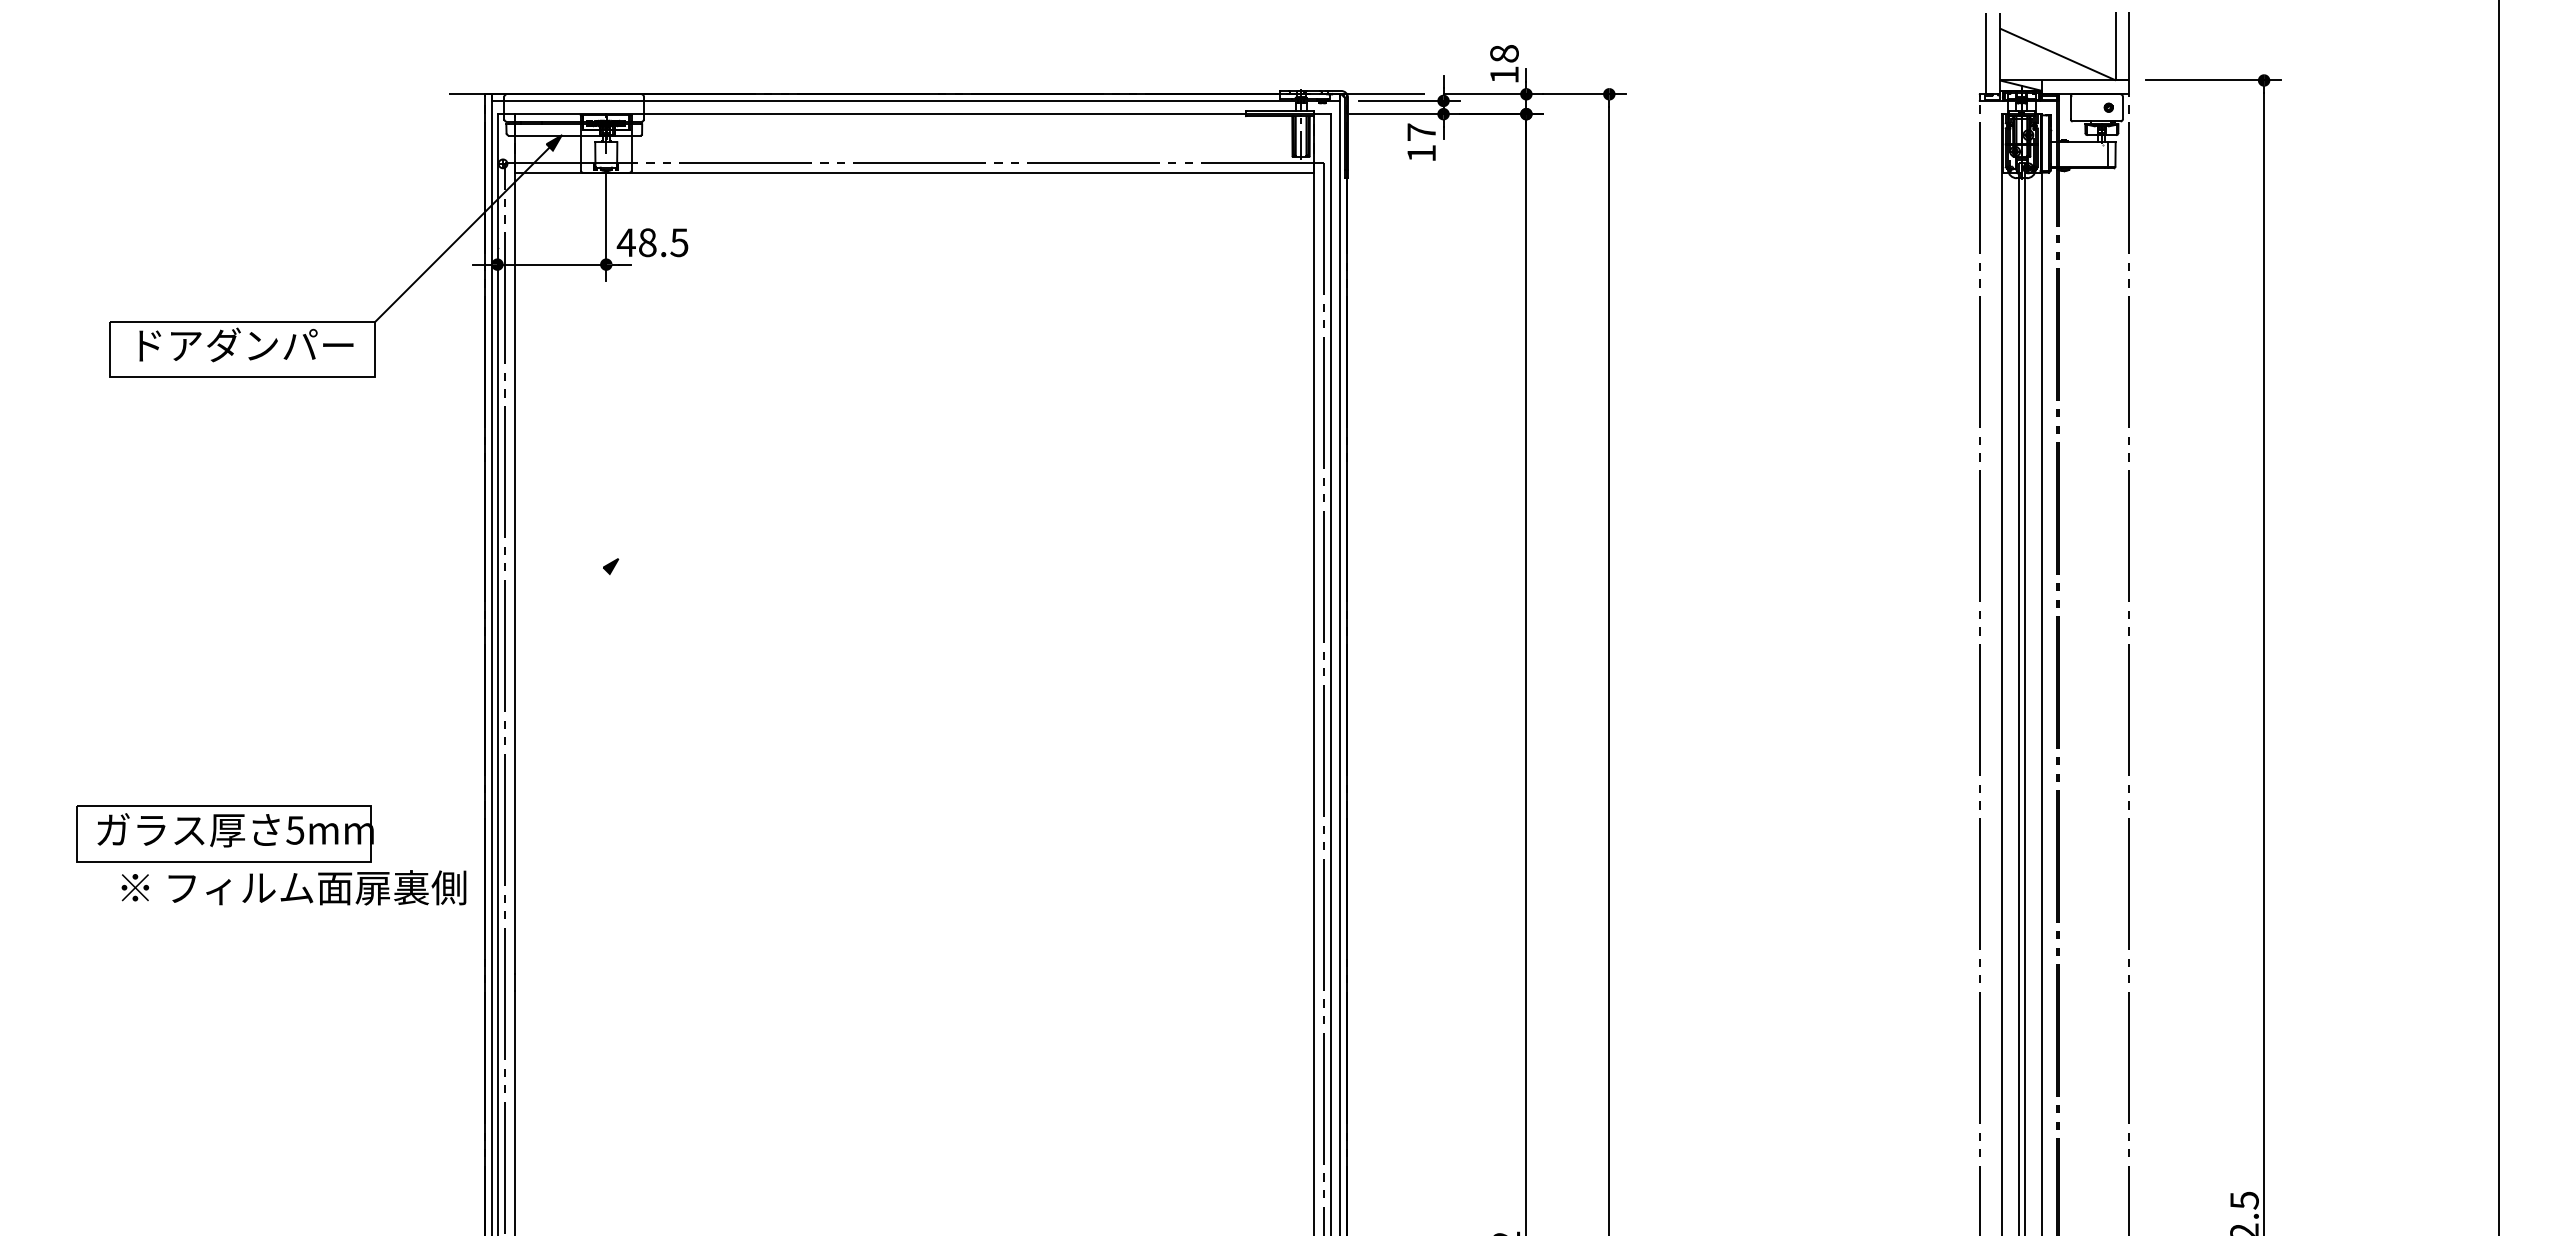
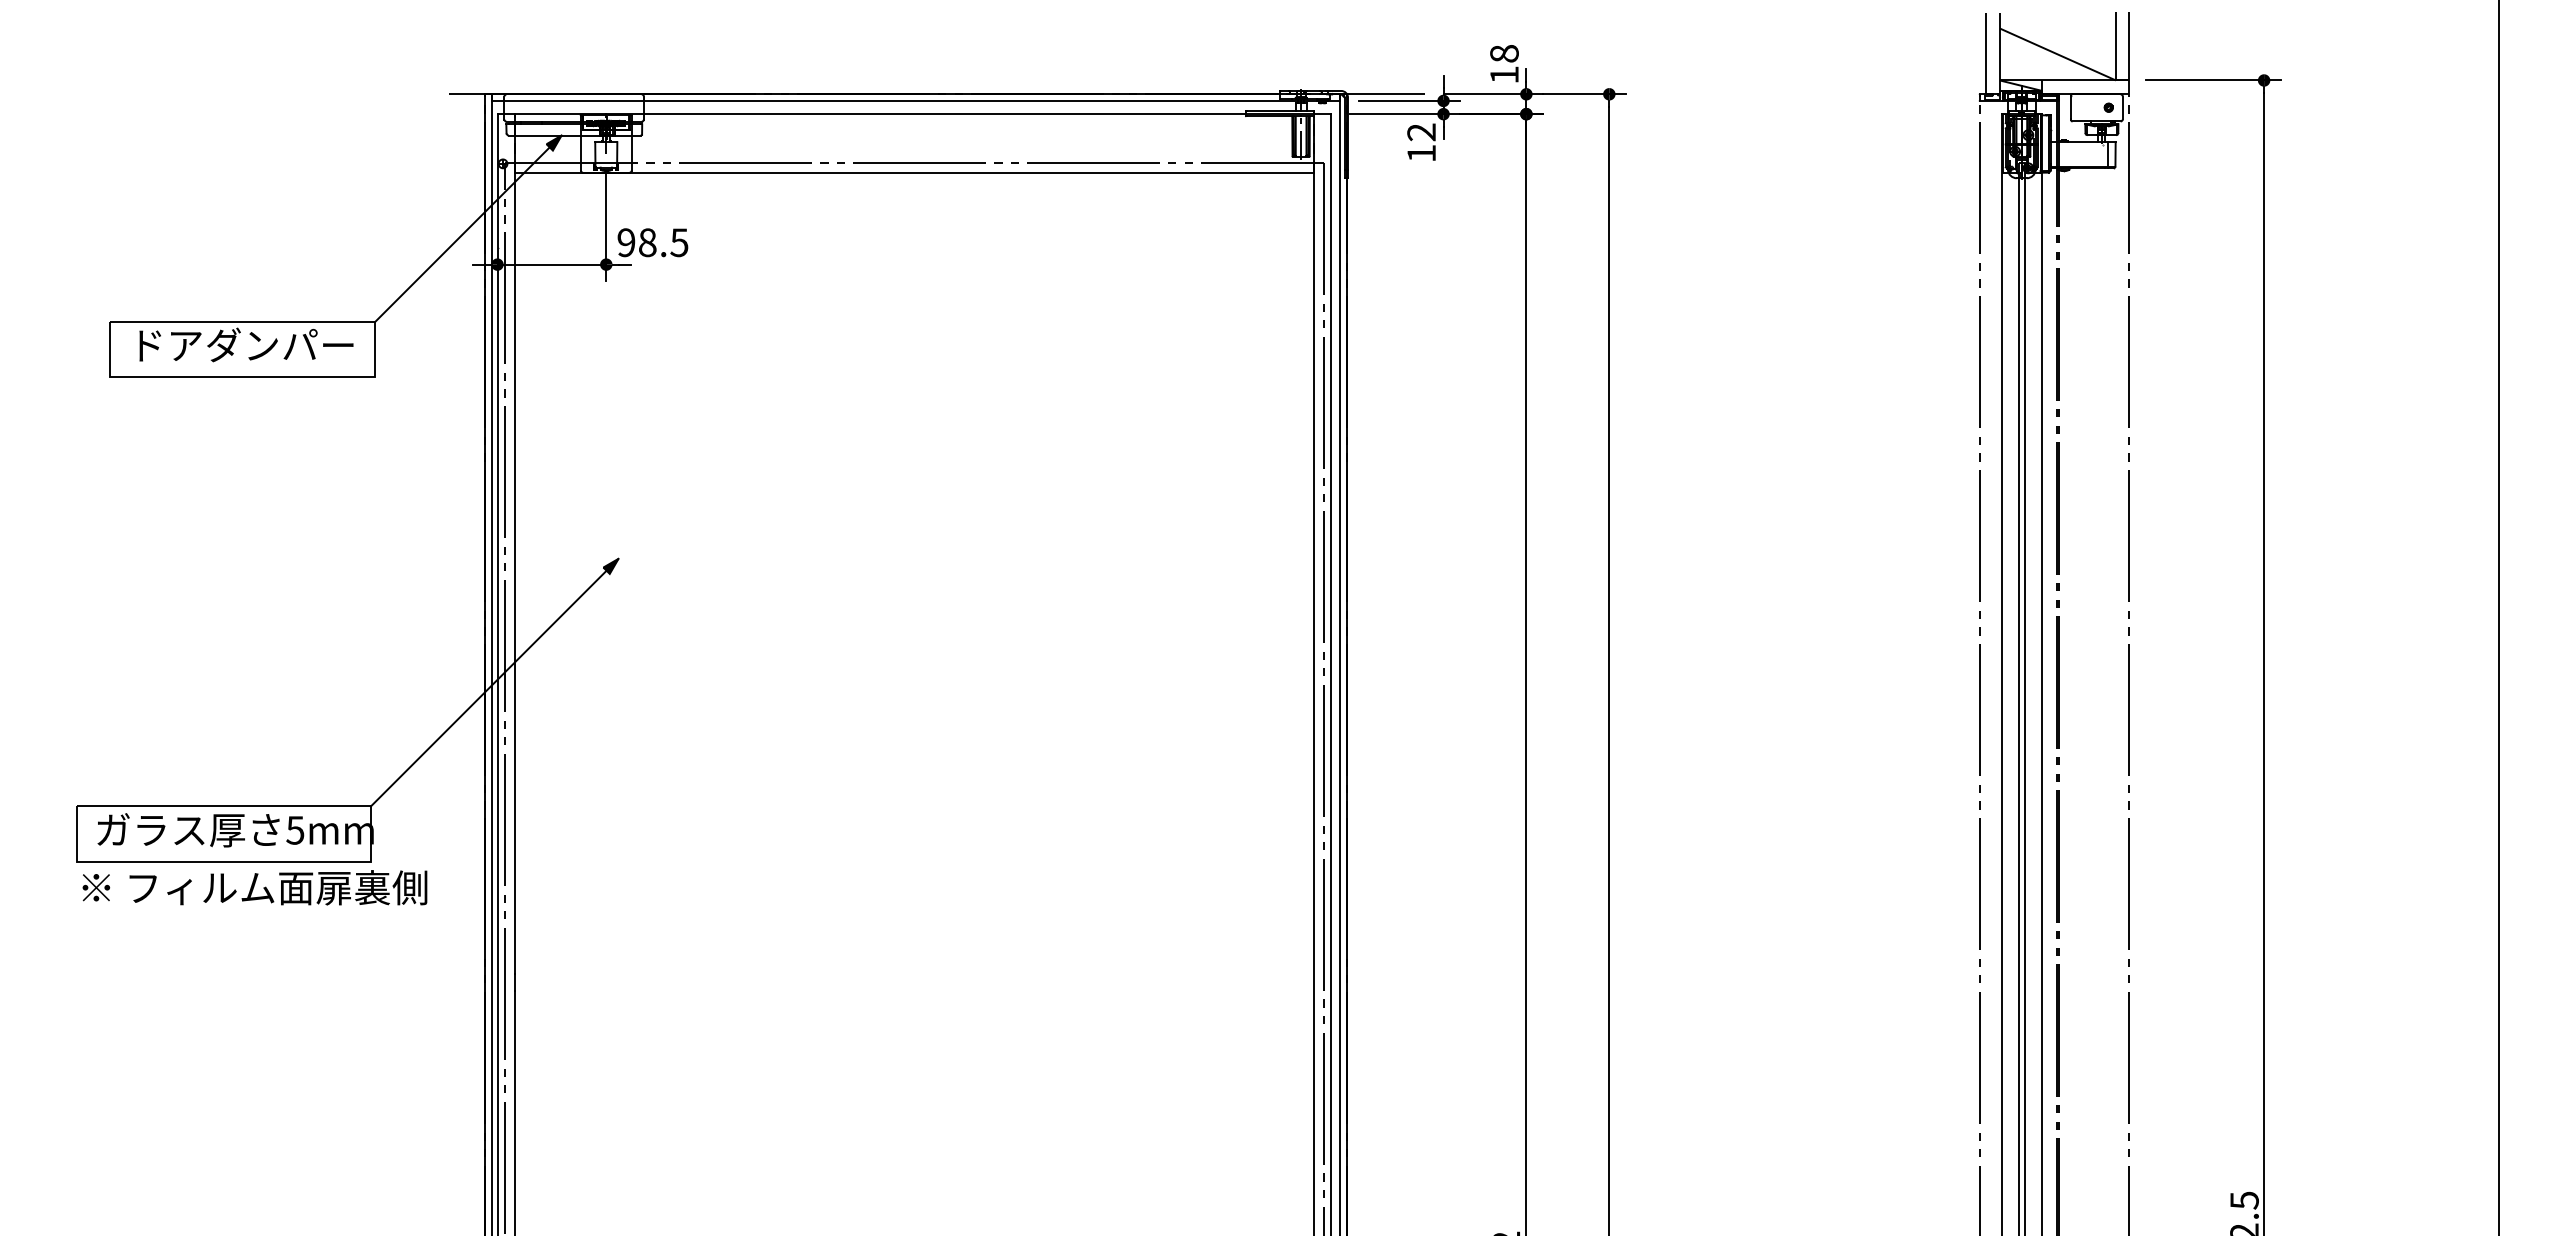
text at (1421, 132): 17 -> 12
text at (625, 242): 48.5 -> 98.5
line at (494, 682): none -> present
text at (293, 887) position: (293, 887) -> (254, 887)
